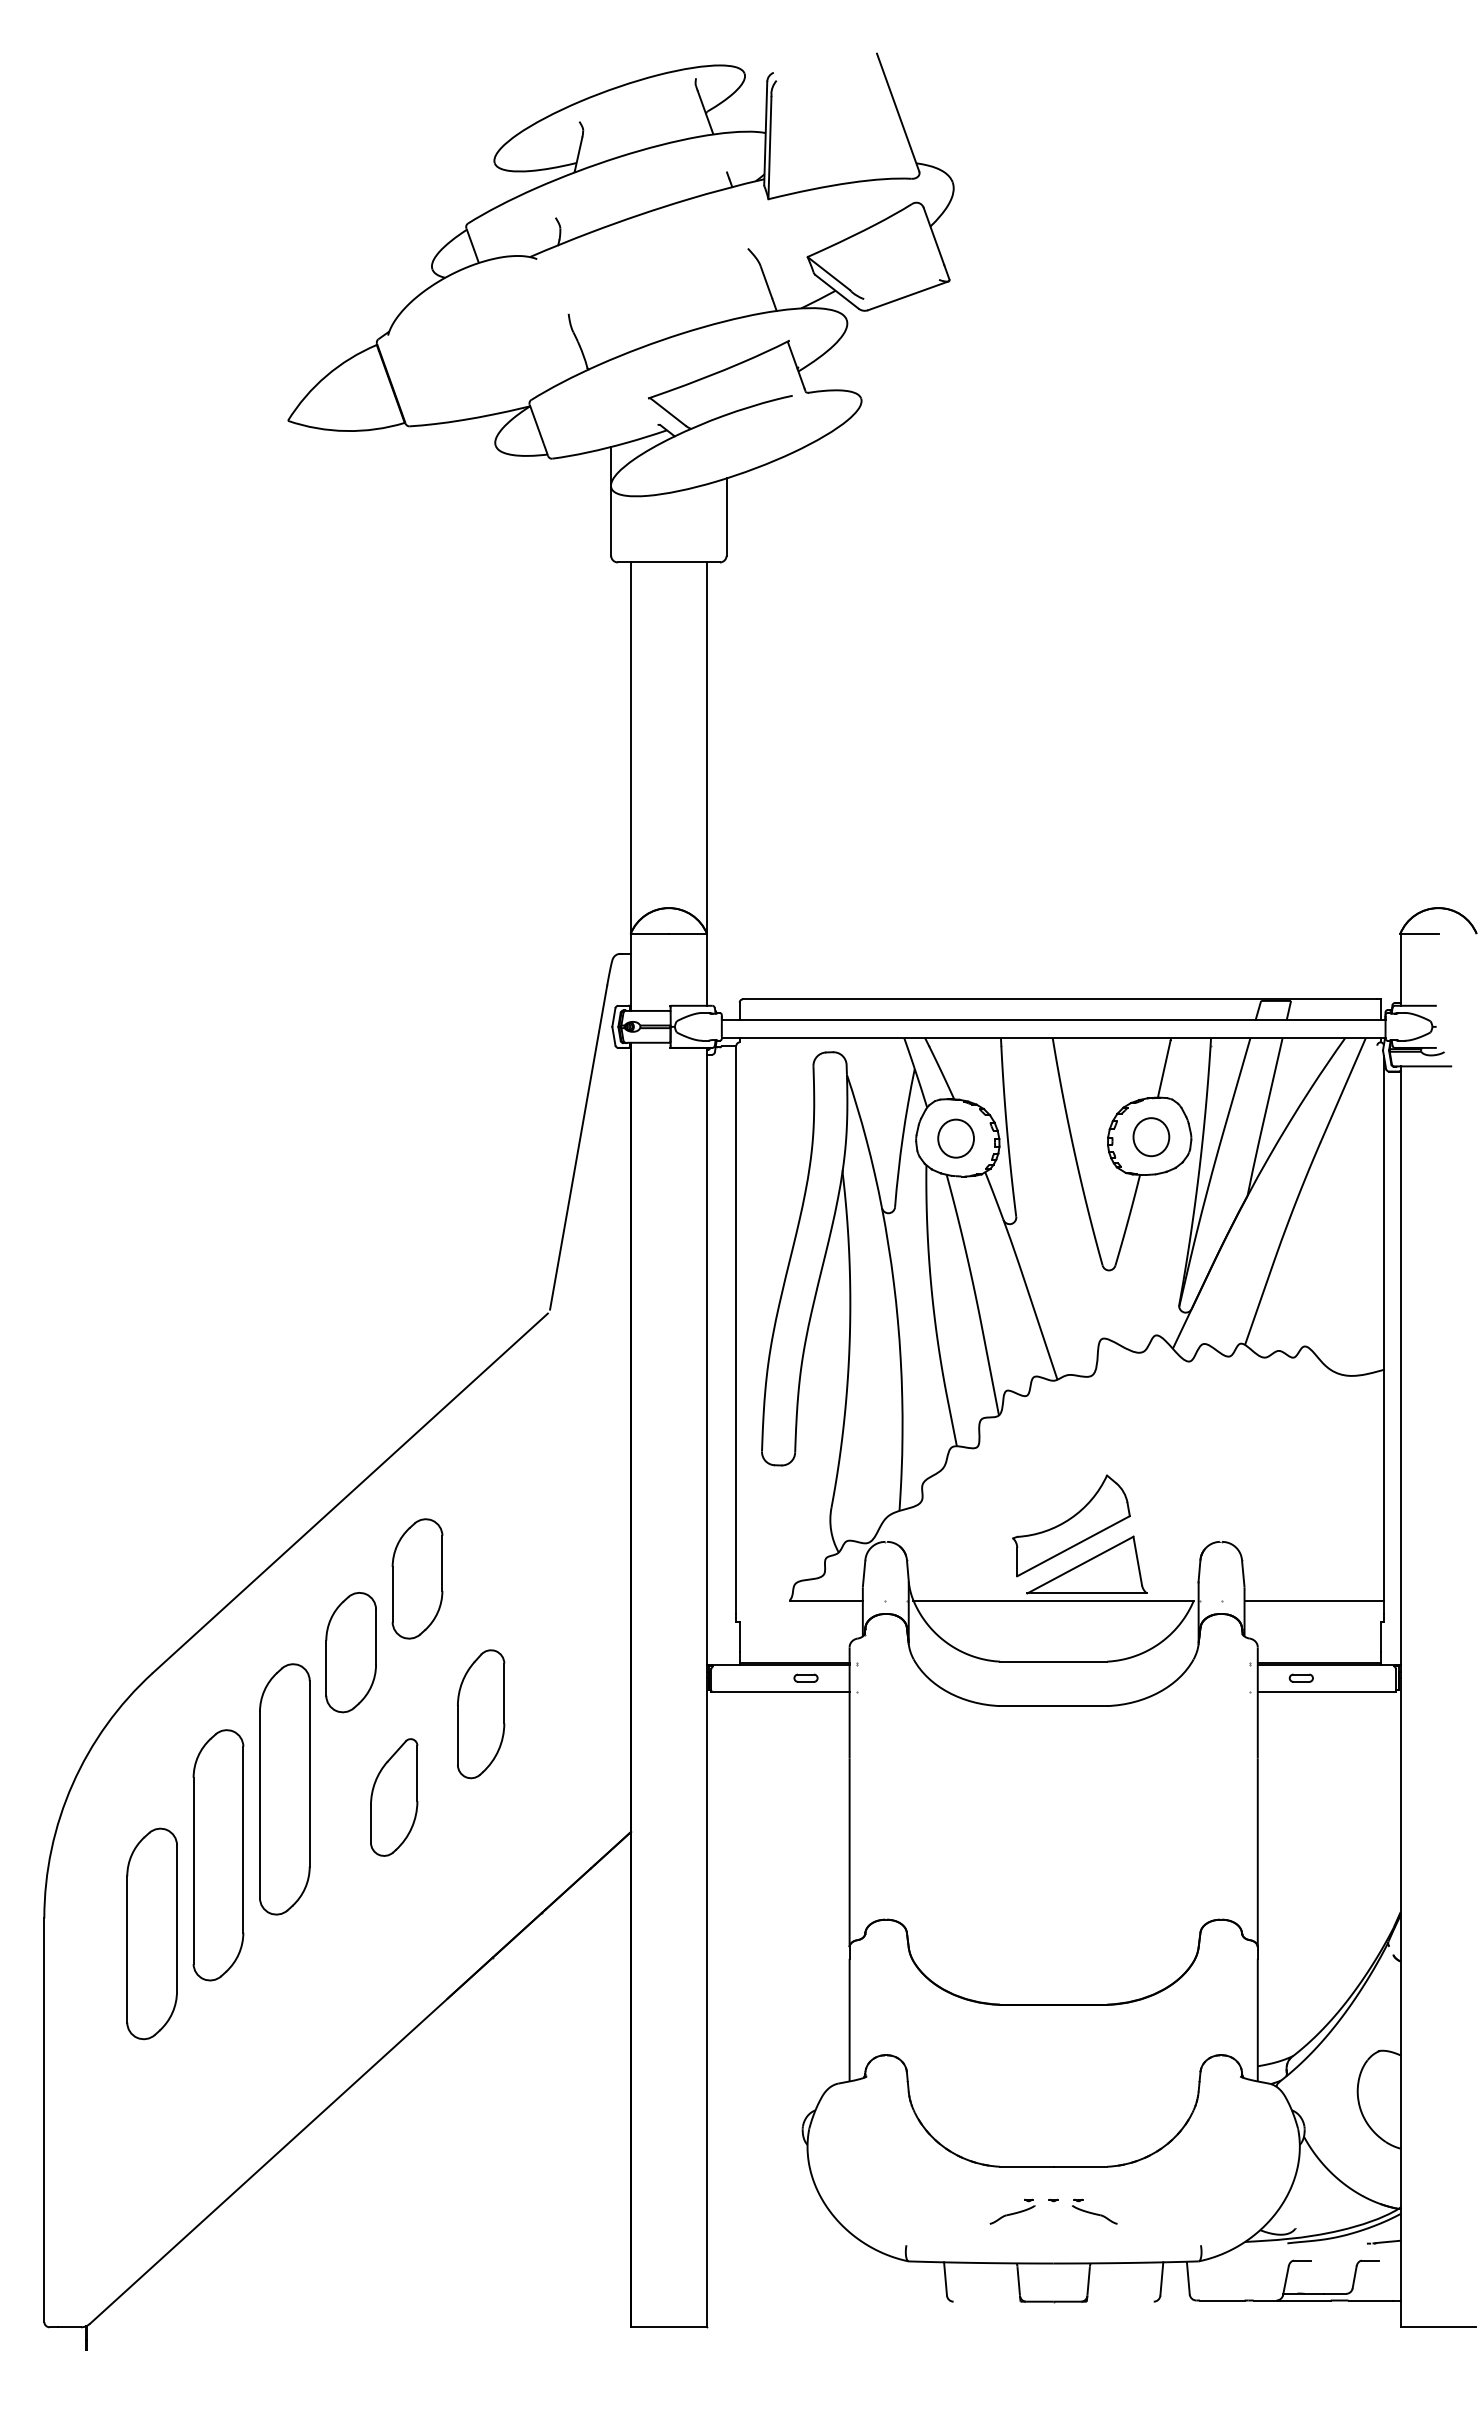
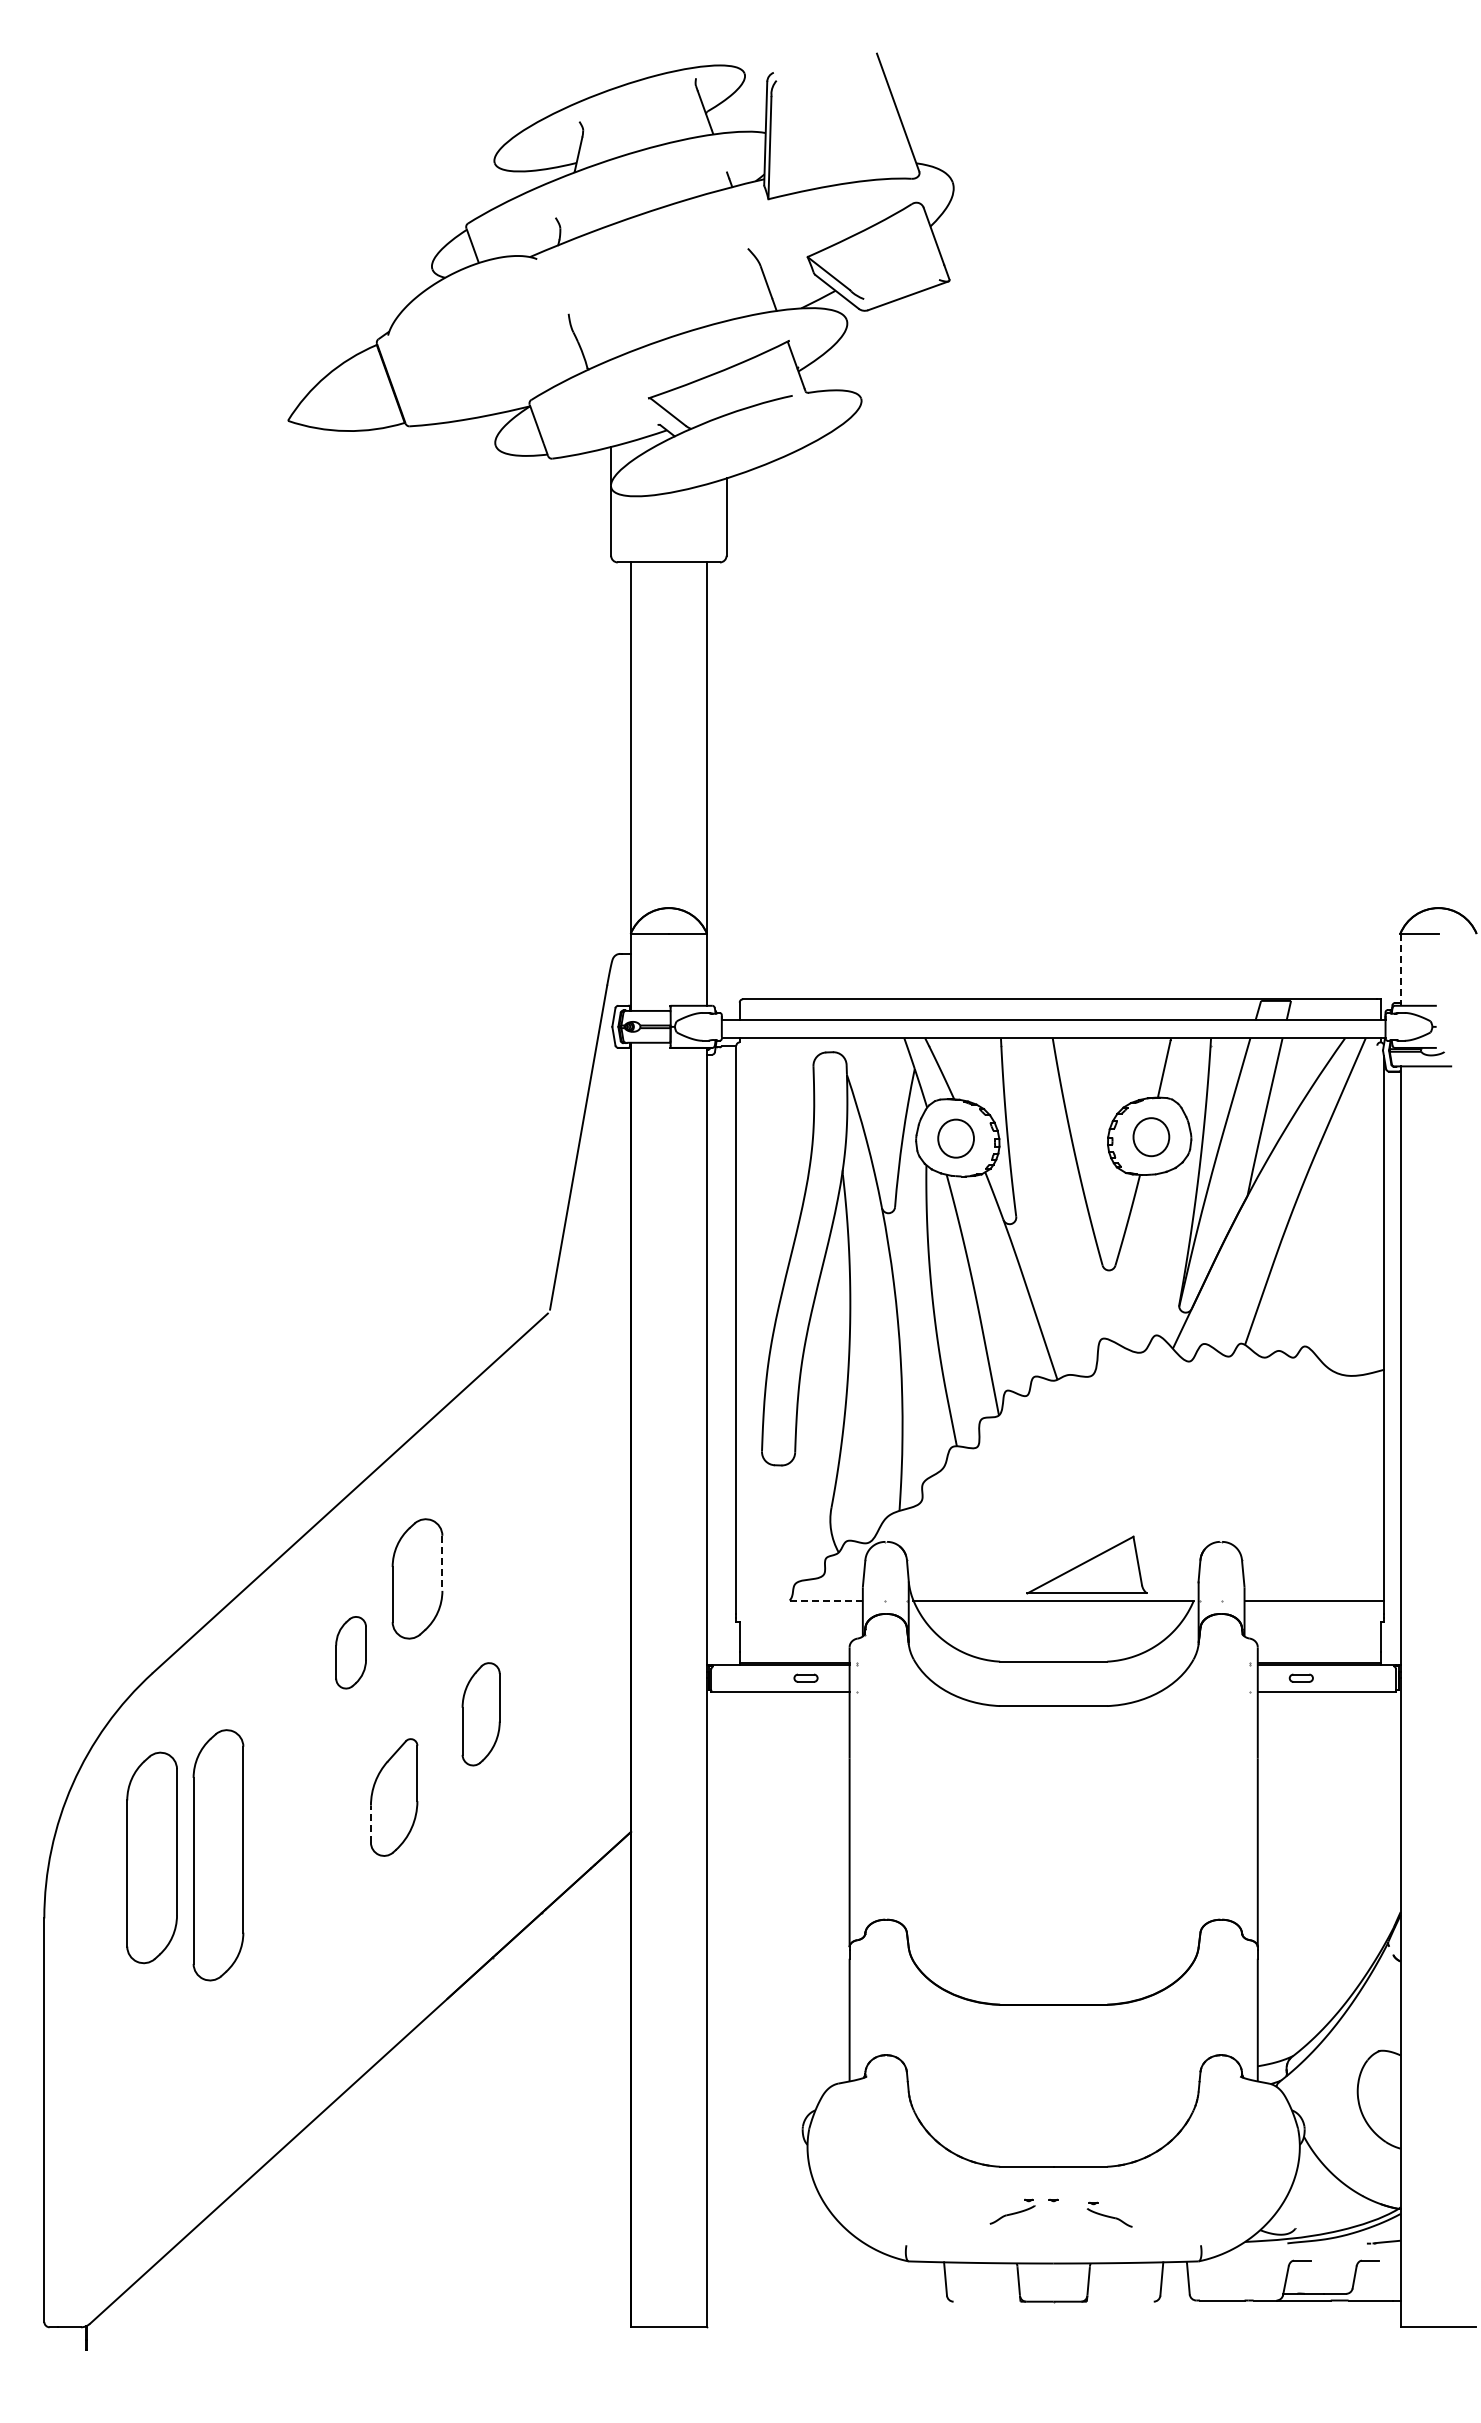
line at (1400, 969): solid -> dashed
part at (1071, 1525): present -> none
line at (442, 1563): solid -> dashed
line at (826, 1600): solid -> dashed
part at (350, 1652) size: 52x122 px -> 32x74 px
part at (481, 1714) size: 49x131 px -> 40x105 px
part at (284, 1789): present -> none
line at (370, 1824): solid -> dashed
part at (151, 1933) position: (151, 1933) -> (151, 1857)
part at (1094, 2211) position: (1094, 2211) -> (1109, 2214)
